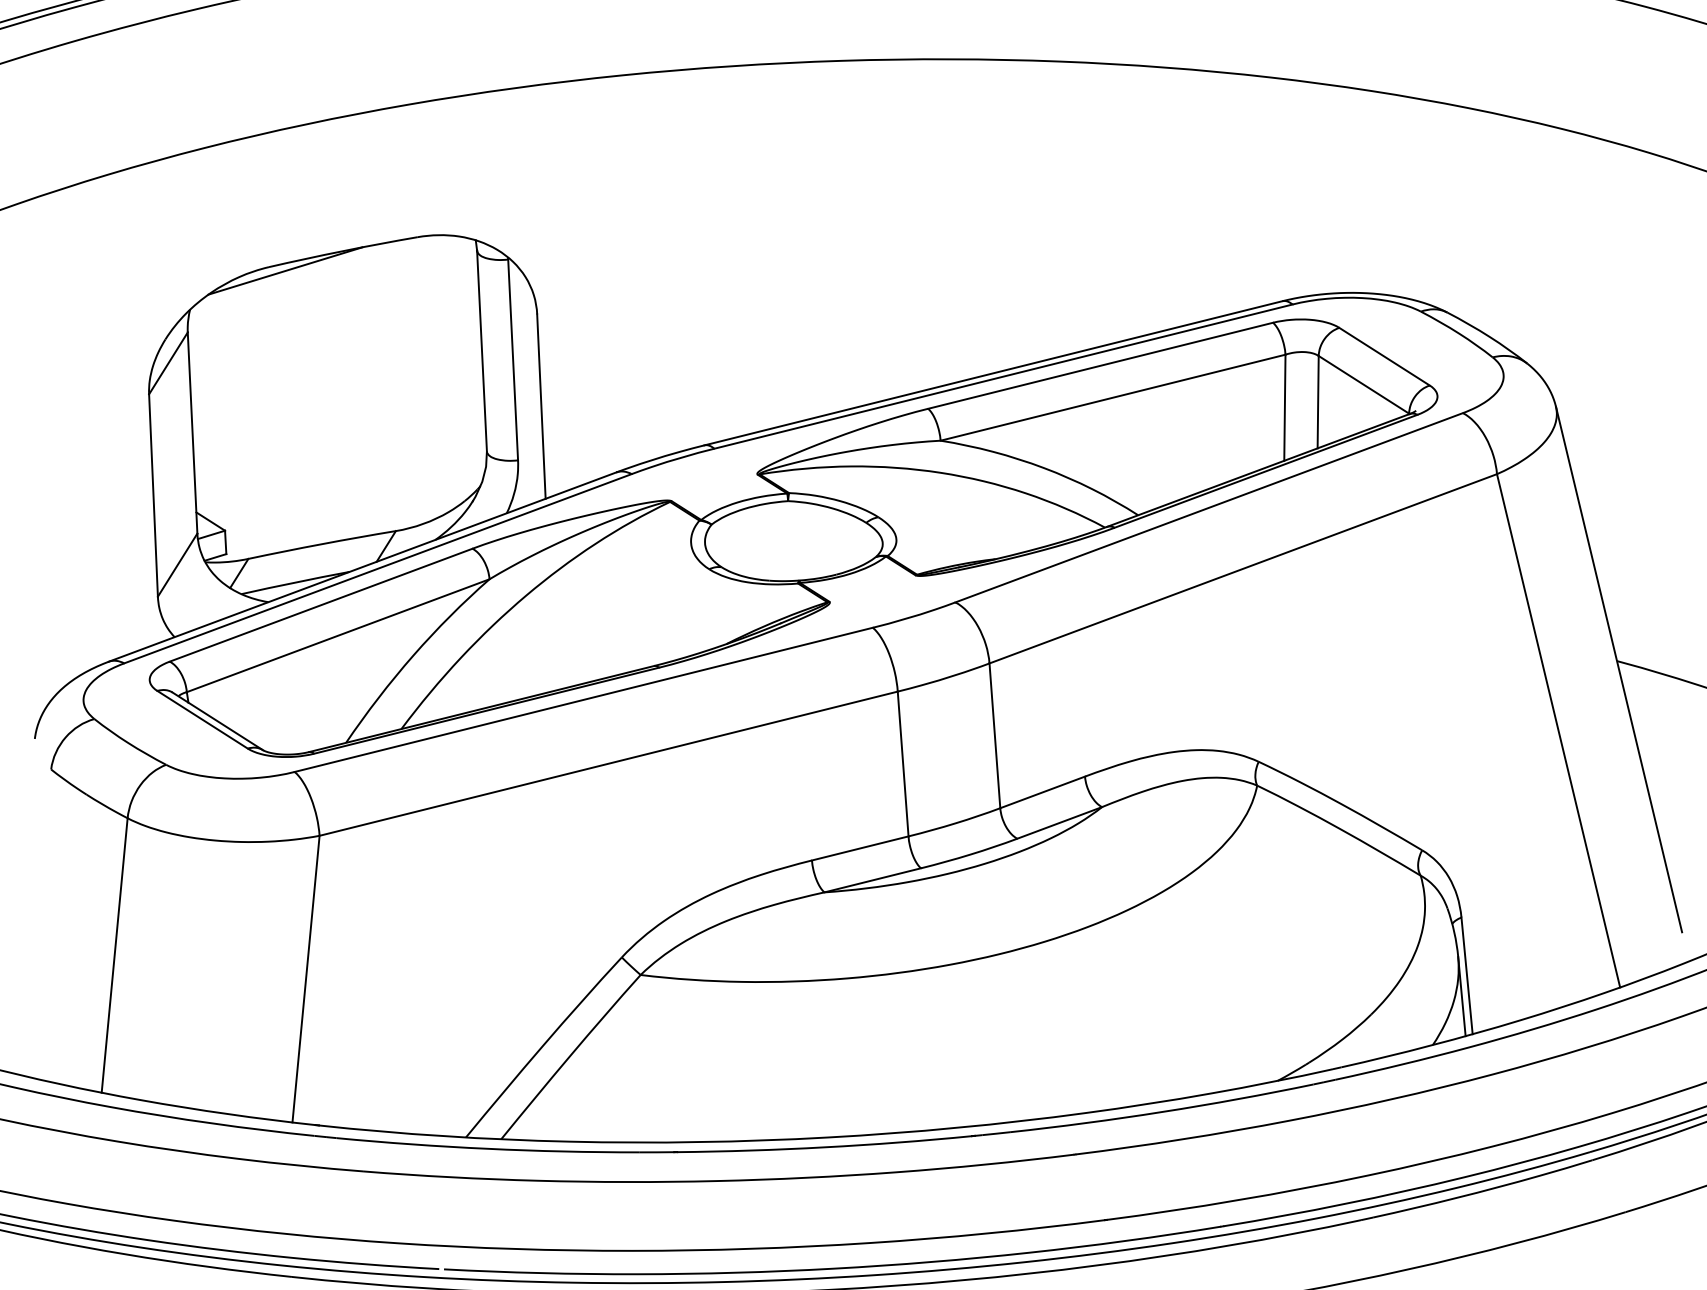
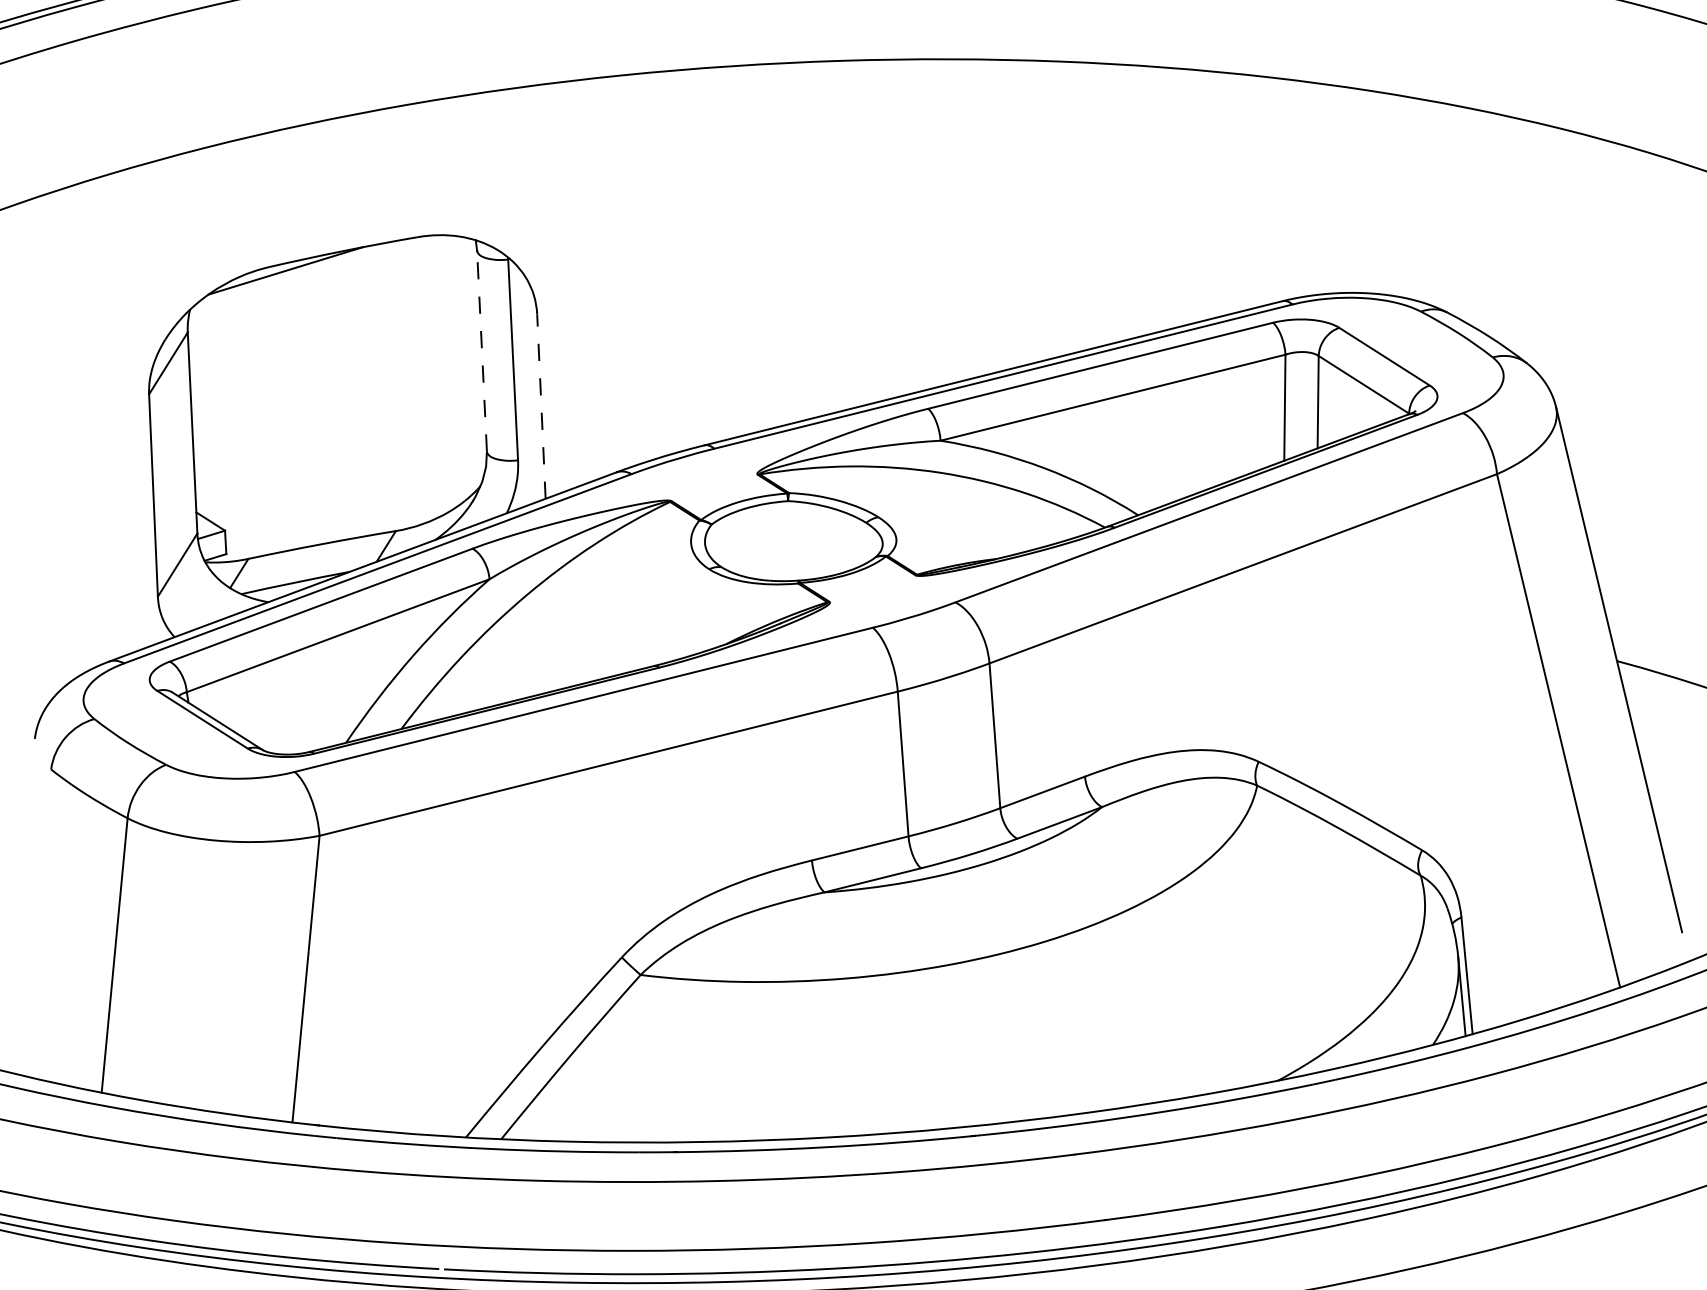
line at (482, 351): solid -> dashed
line at (541, 406): solid -> dashed
